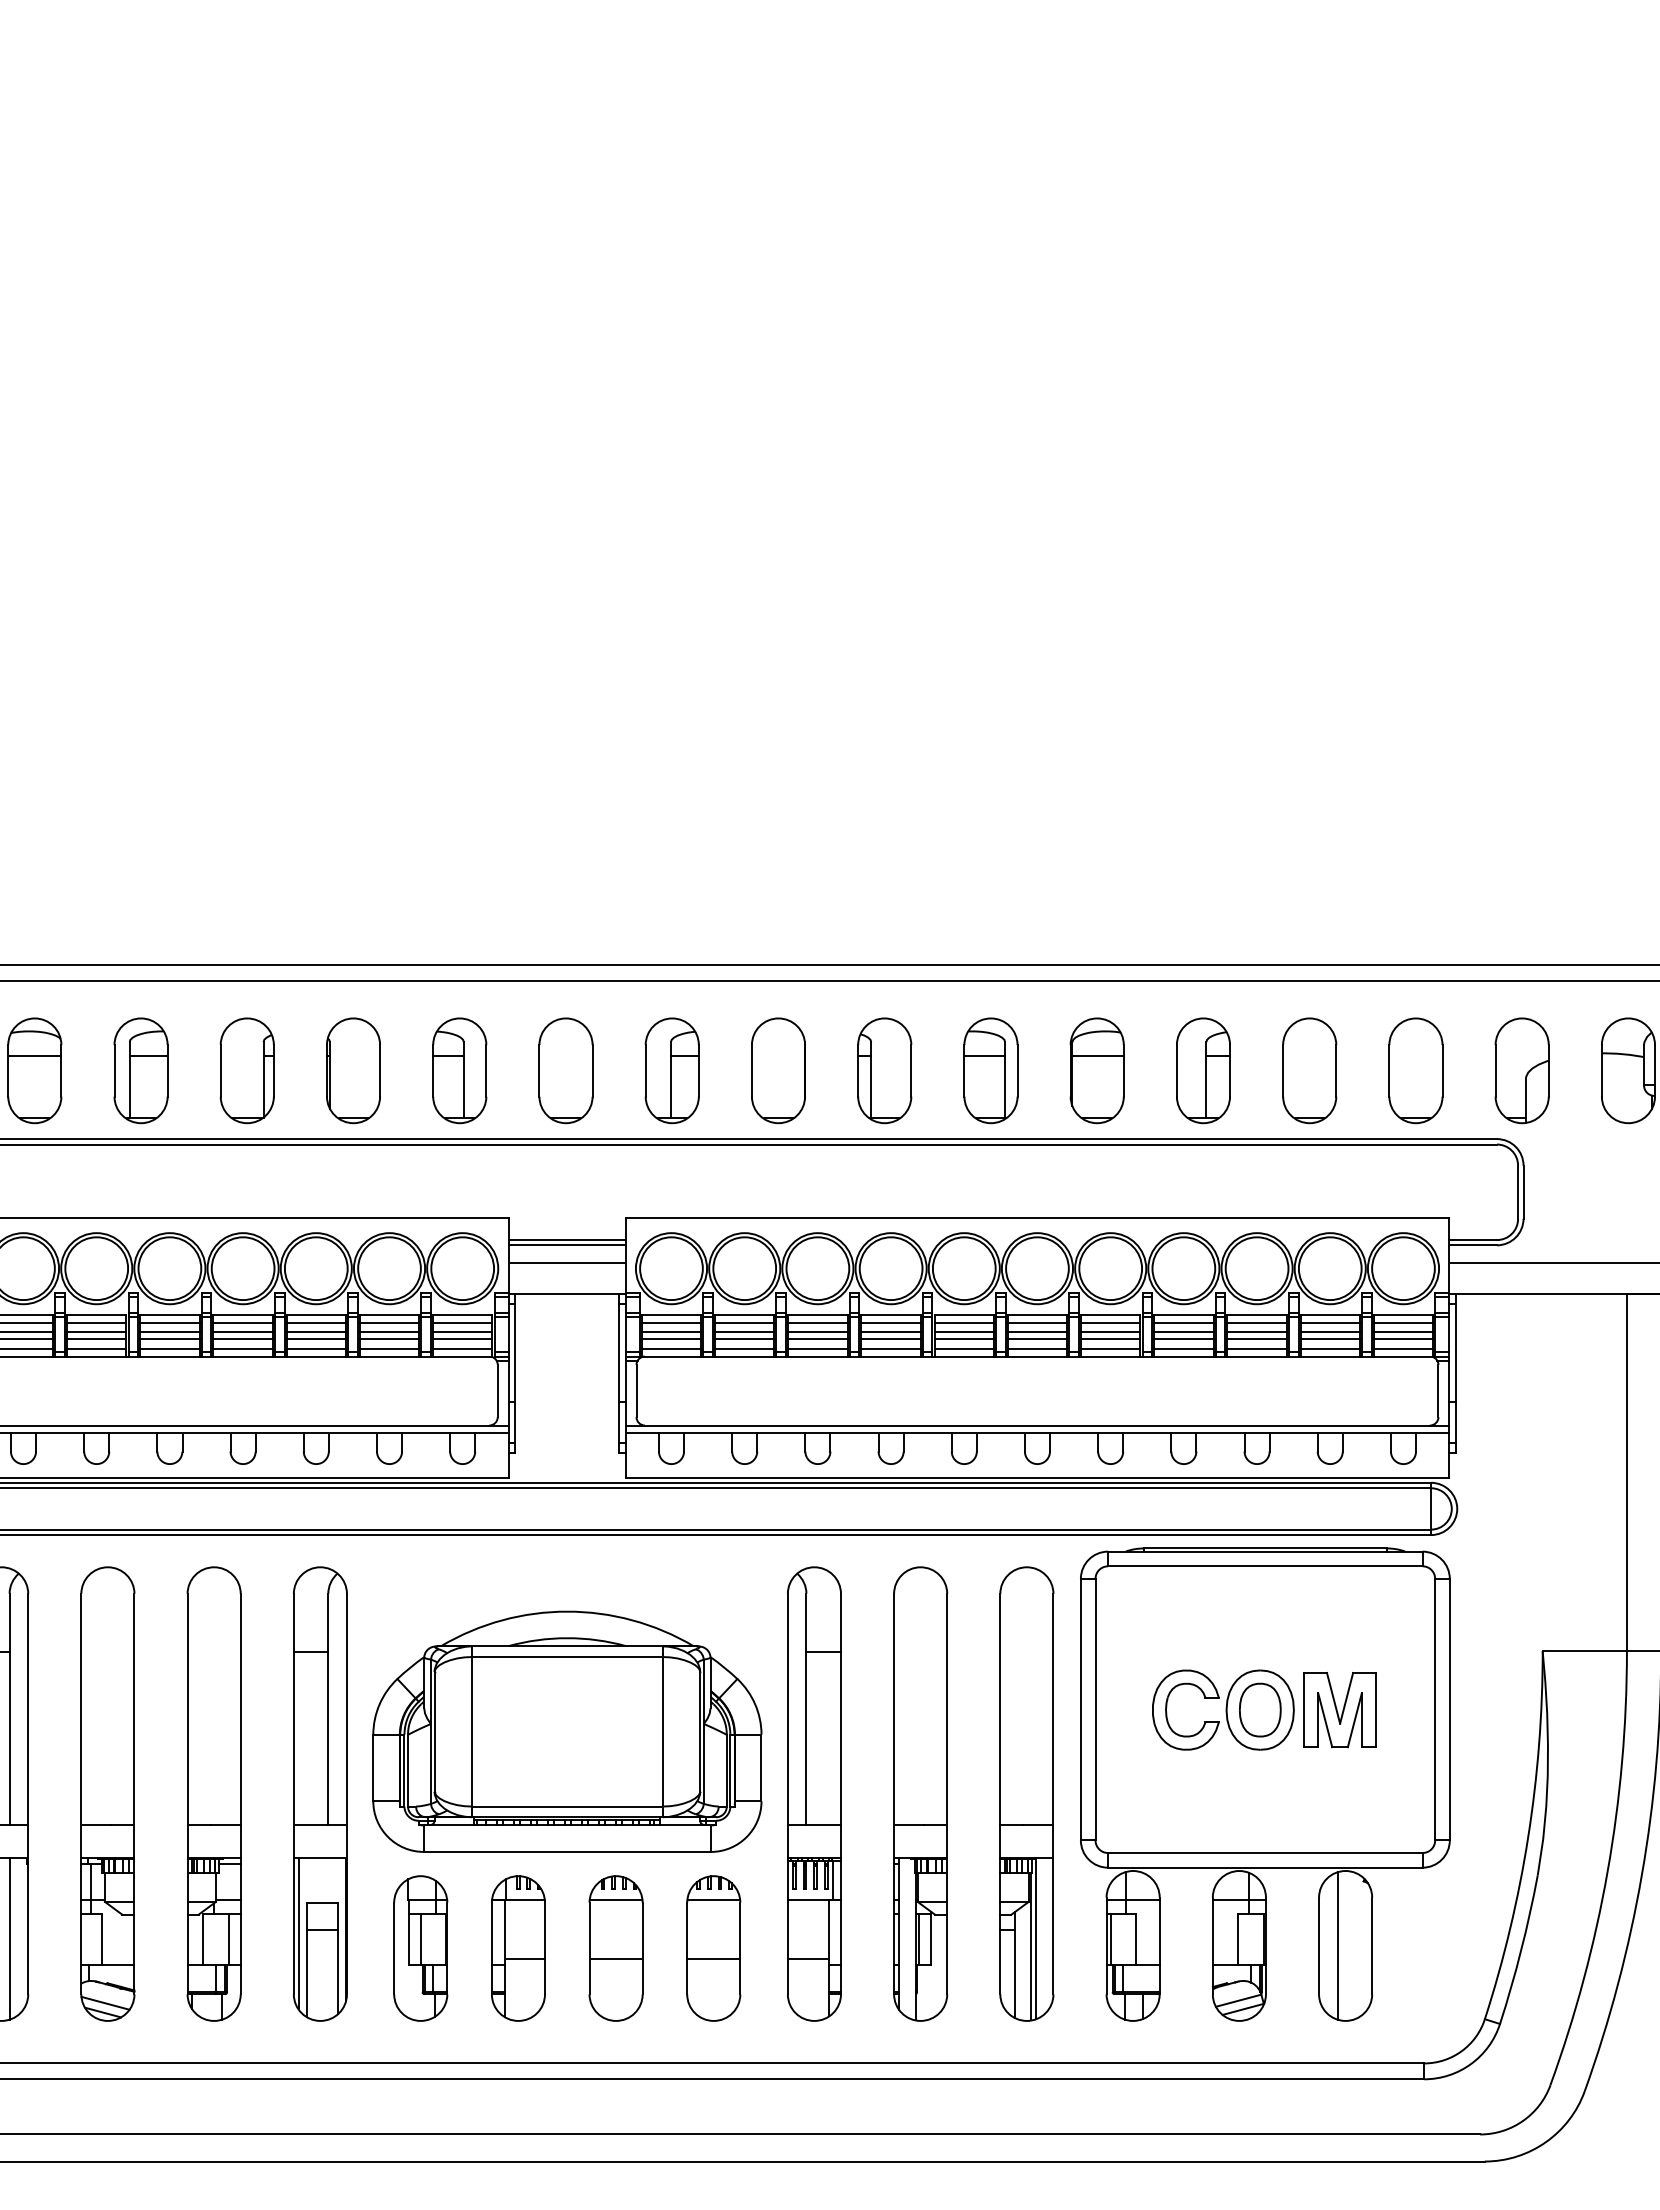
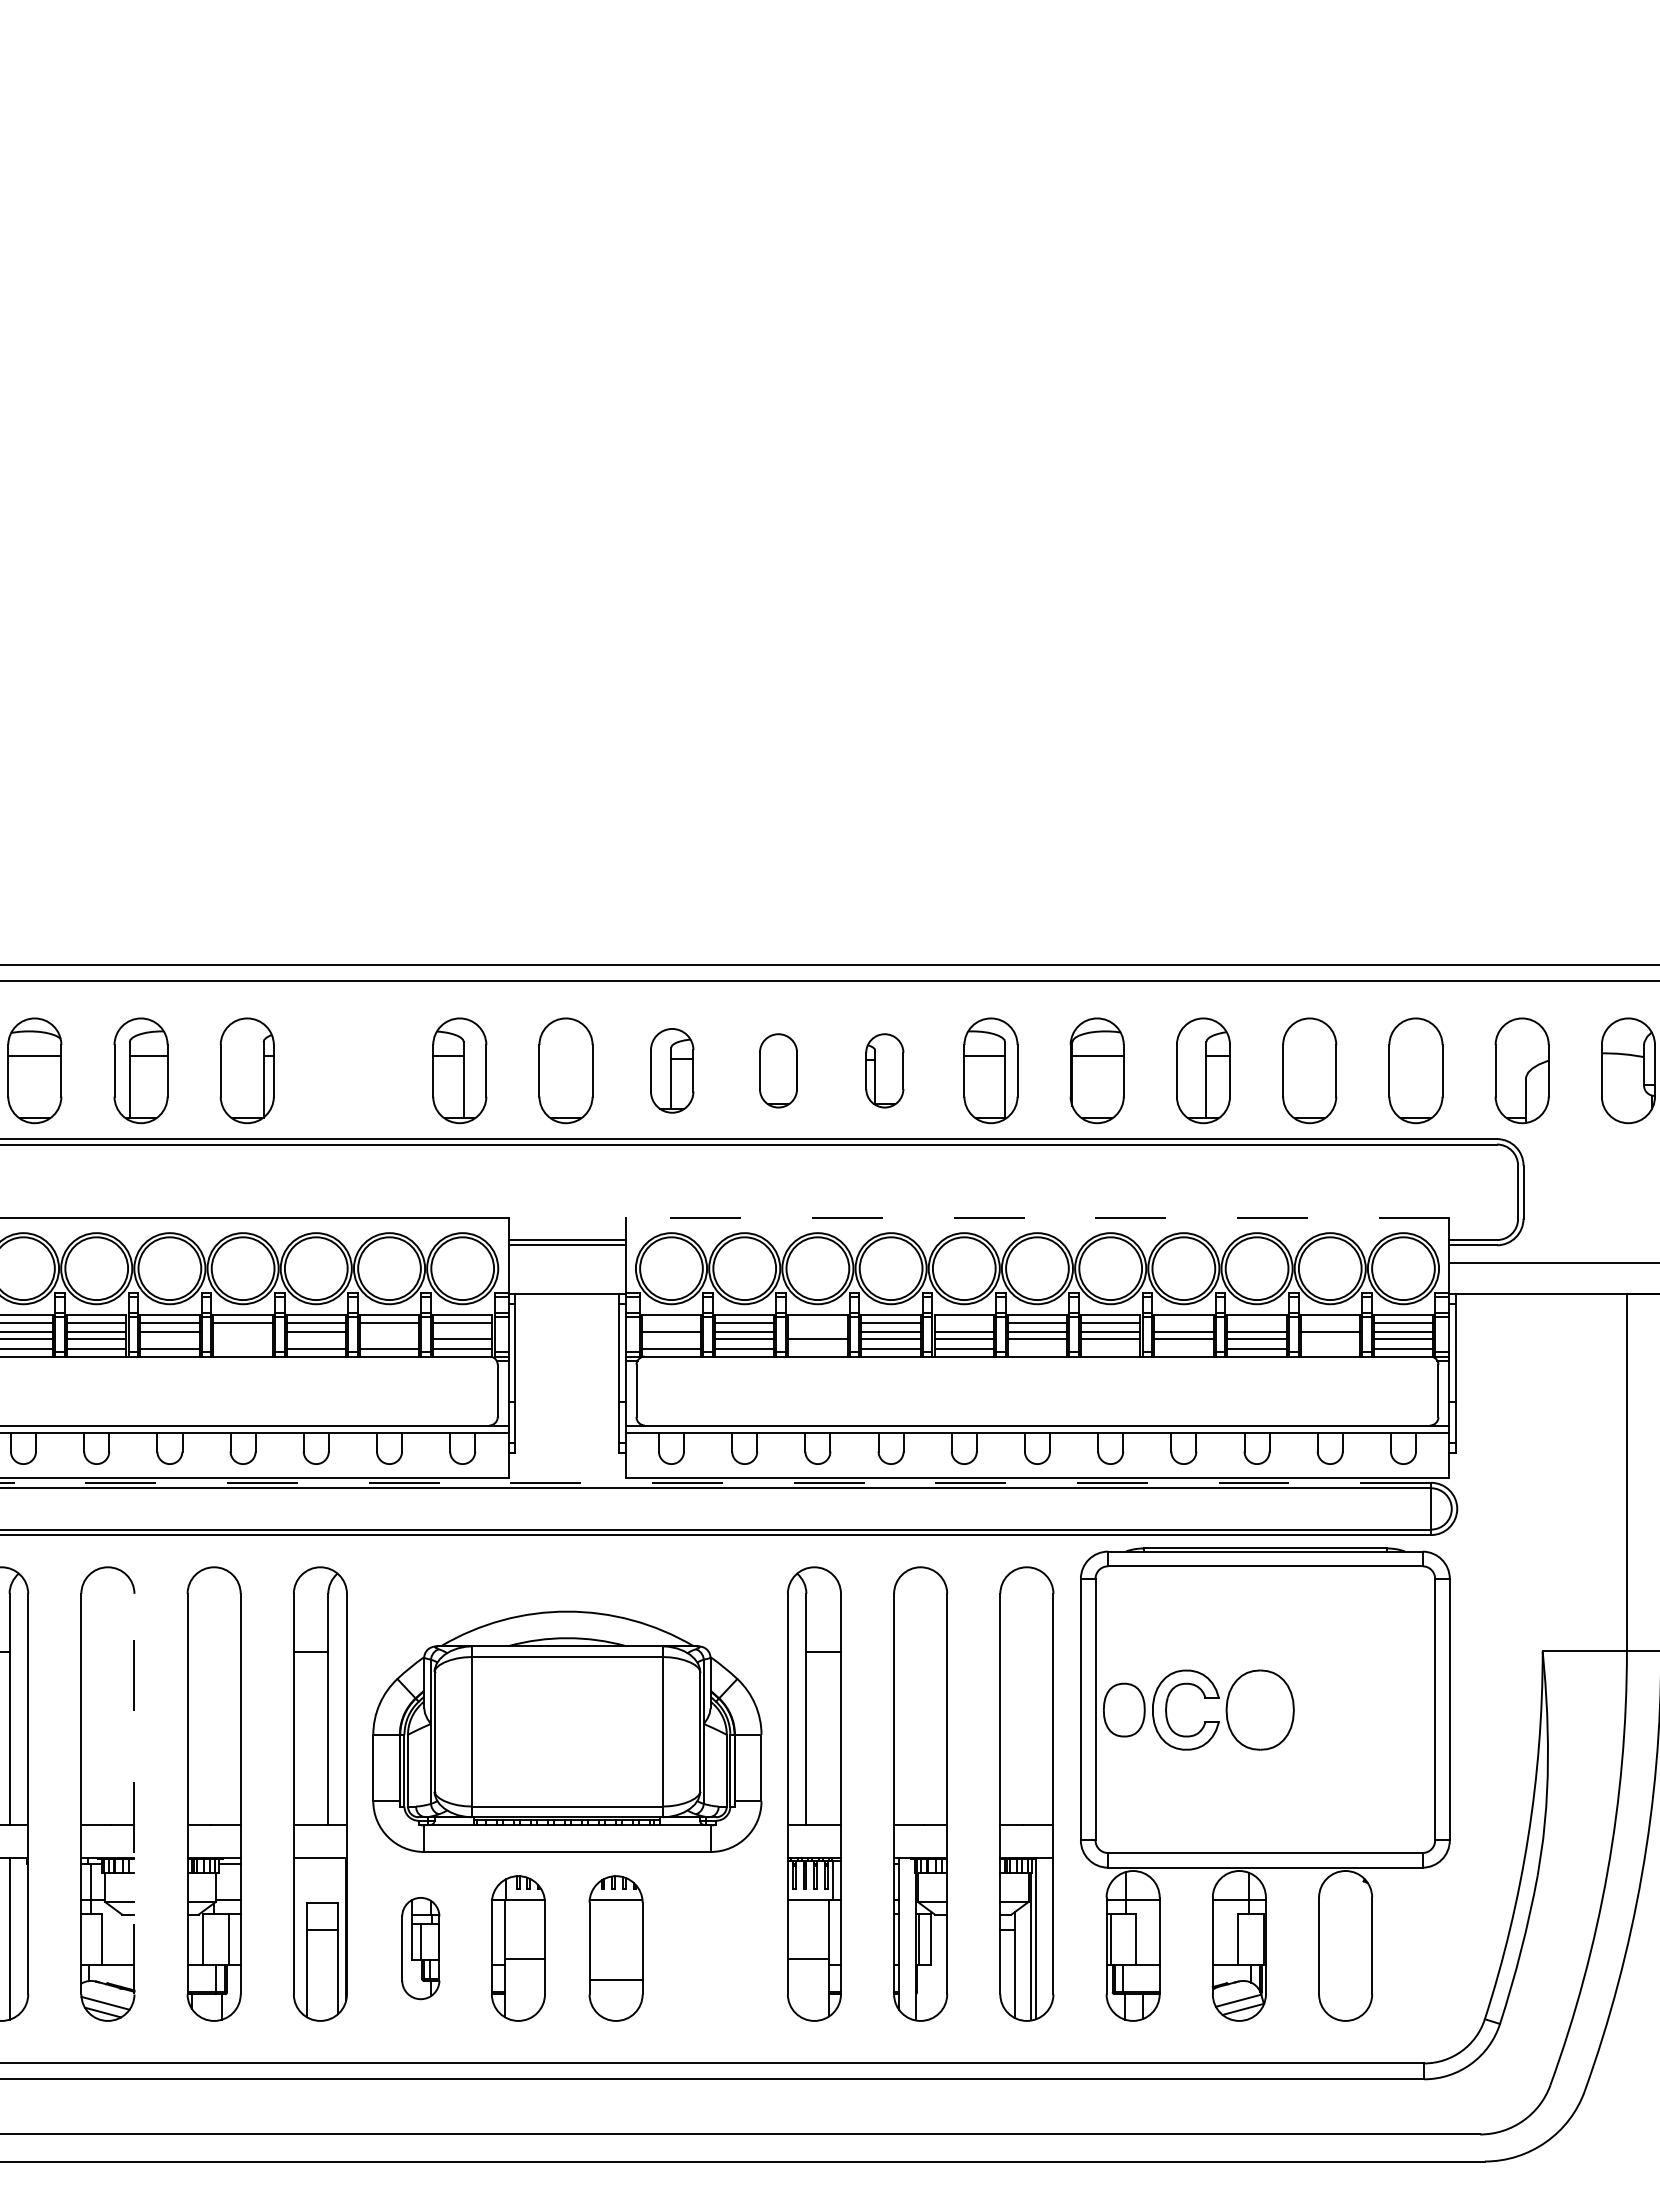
part at (353, 1070): present -> none
part at (671, 1070) size: 56x108 px -> 45x86 px
part at (778, 1070) size: 55x108 px -> 39x76 px
part at (884, 1070) size: 56x108 px -> 40x76 px
line at (1037, 1218): solid -> dashed
line at (566, 1262): present -> none
line at (671, 1322): present -> none
line at (817, 1322): present -> none
line at (963, 1322): present -> none
line at (1183, 1322): present -> none
line at (1256, 1322): present -> none
line at (1330, 1322): present -> none
line at (242, 1331): present -> none
line at (389, 1331): present -> none
line at (462, 1331): present -> none
line at (817, 1331): present -> none
line at (169, 1339): present -> none
line at (242, 1339): present -> none
line at (316, 1339): present -> none
line at (389, 1339): present -> none
line at (671, 1339): present -> none
line at (1330, 1339): present -> none
line at (242, 1348): present -> none
line at (817, 1348): present -> none
line at (1037, 1348): present -> none
line at (1110, 1348): present -> none
line at (1183, 1348): present -> none
line at (1330, 1348): present -> none
line at (715, 1482): solid -> dashed
part at (1260, 1709) position: (1260, 1709) -> (1124, 1709)
part at (1339, 1710): present -> none
line at (134, 1793): solid -> dashed
line at (298, 1933): present -> none
line at (1337, 1945): present -> none
part at (420, 1948) size: 56x147 px -> 40x104 px
part at (713, 1948): present -> none
line at (615, 1959) position: (615, 1959) -> (615, 1980)
